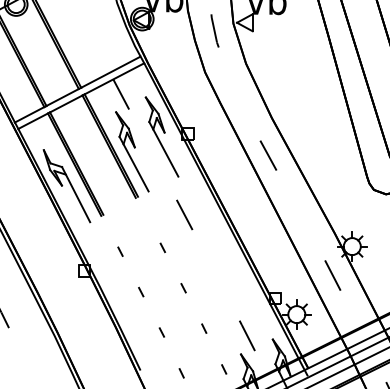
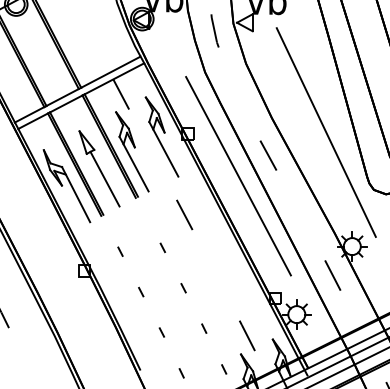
line at (325, 132): none -> present
part at (99, 168): none -> present
line at (238, 176): none -> present
